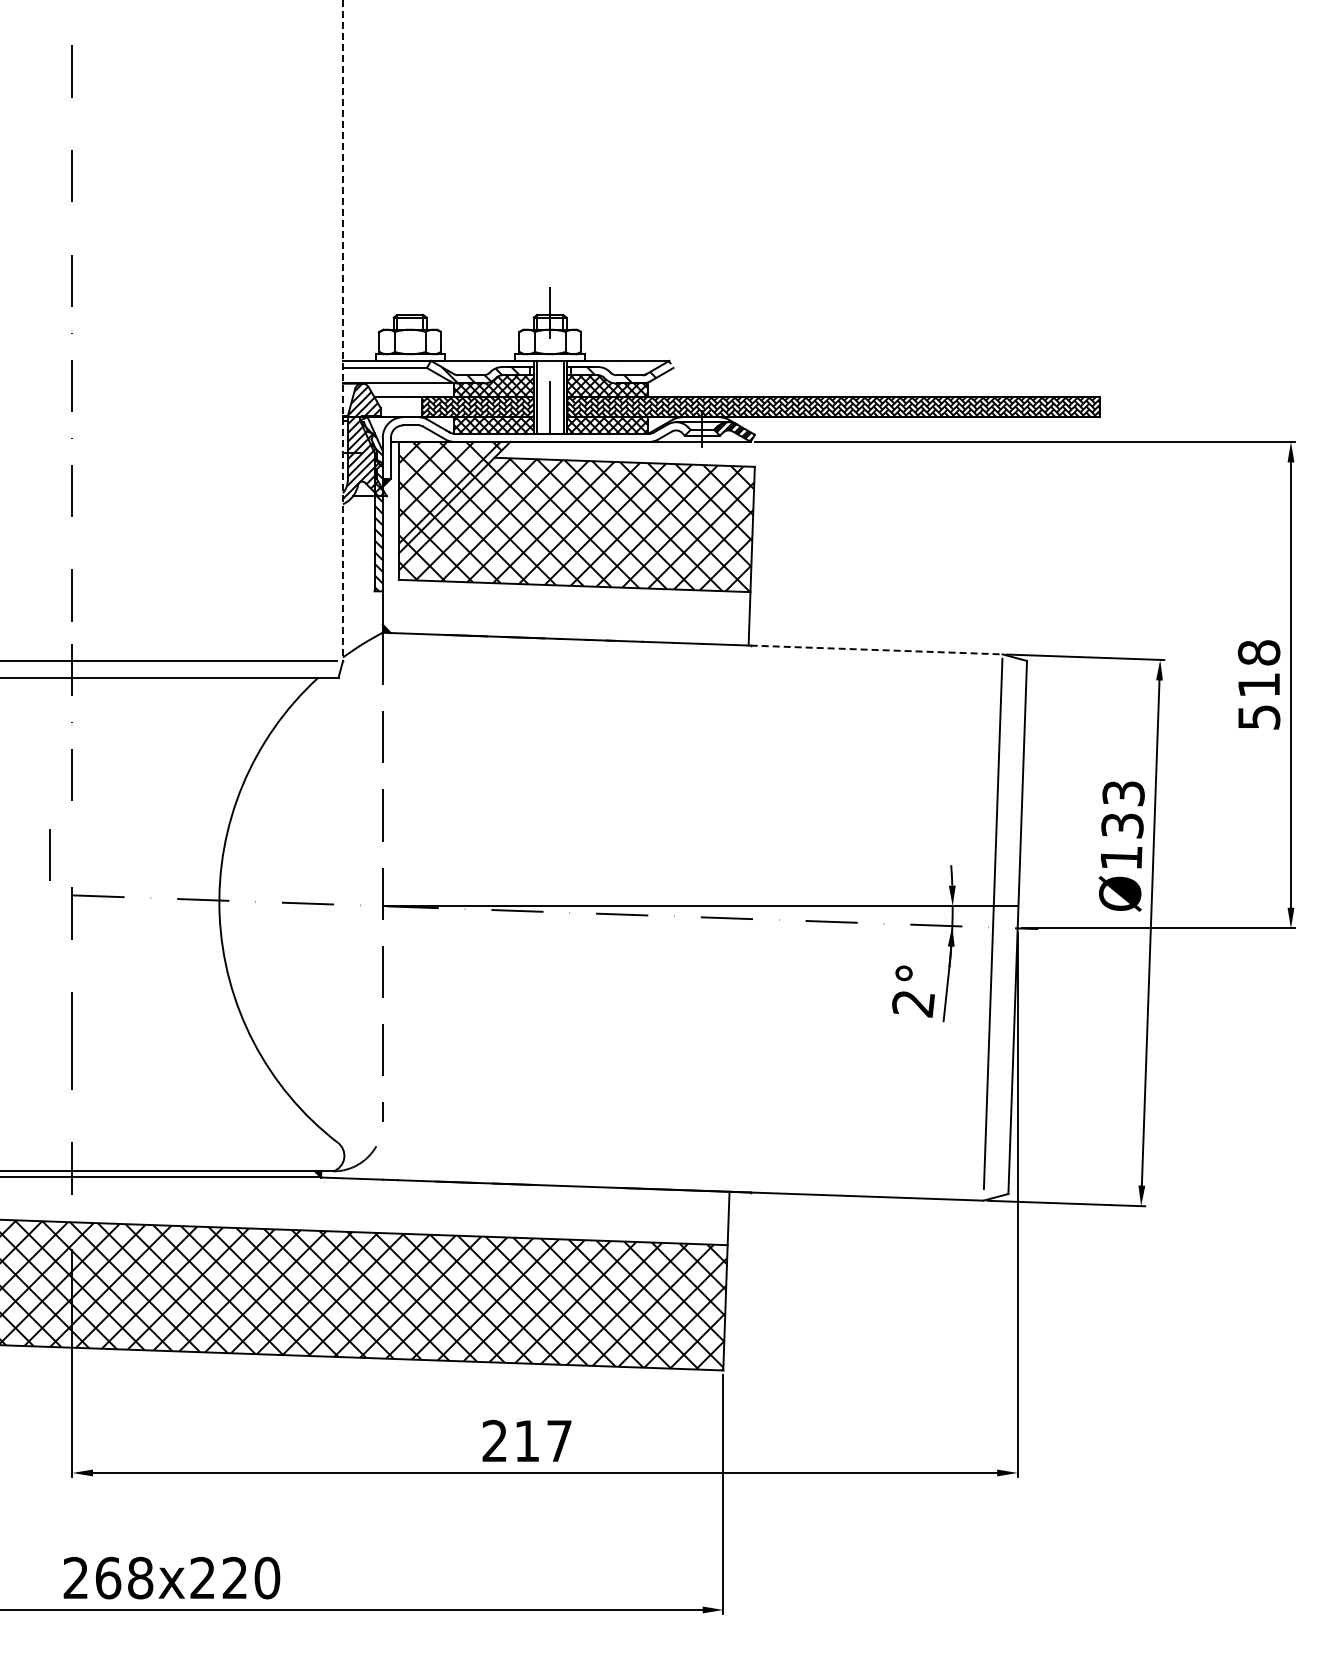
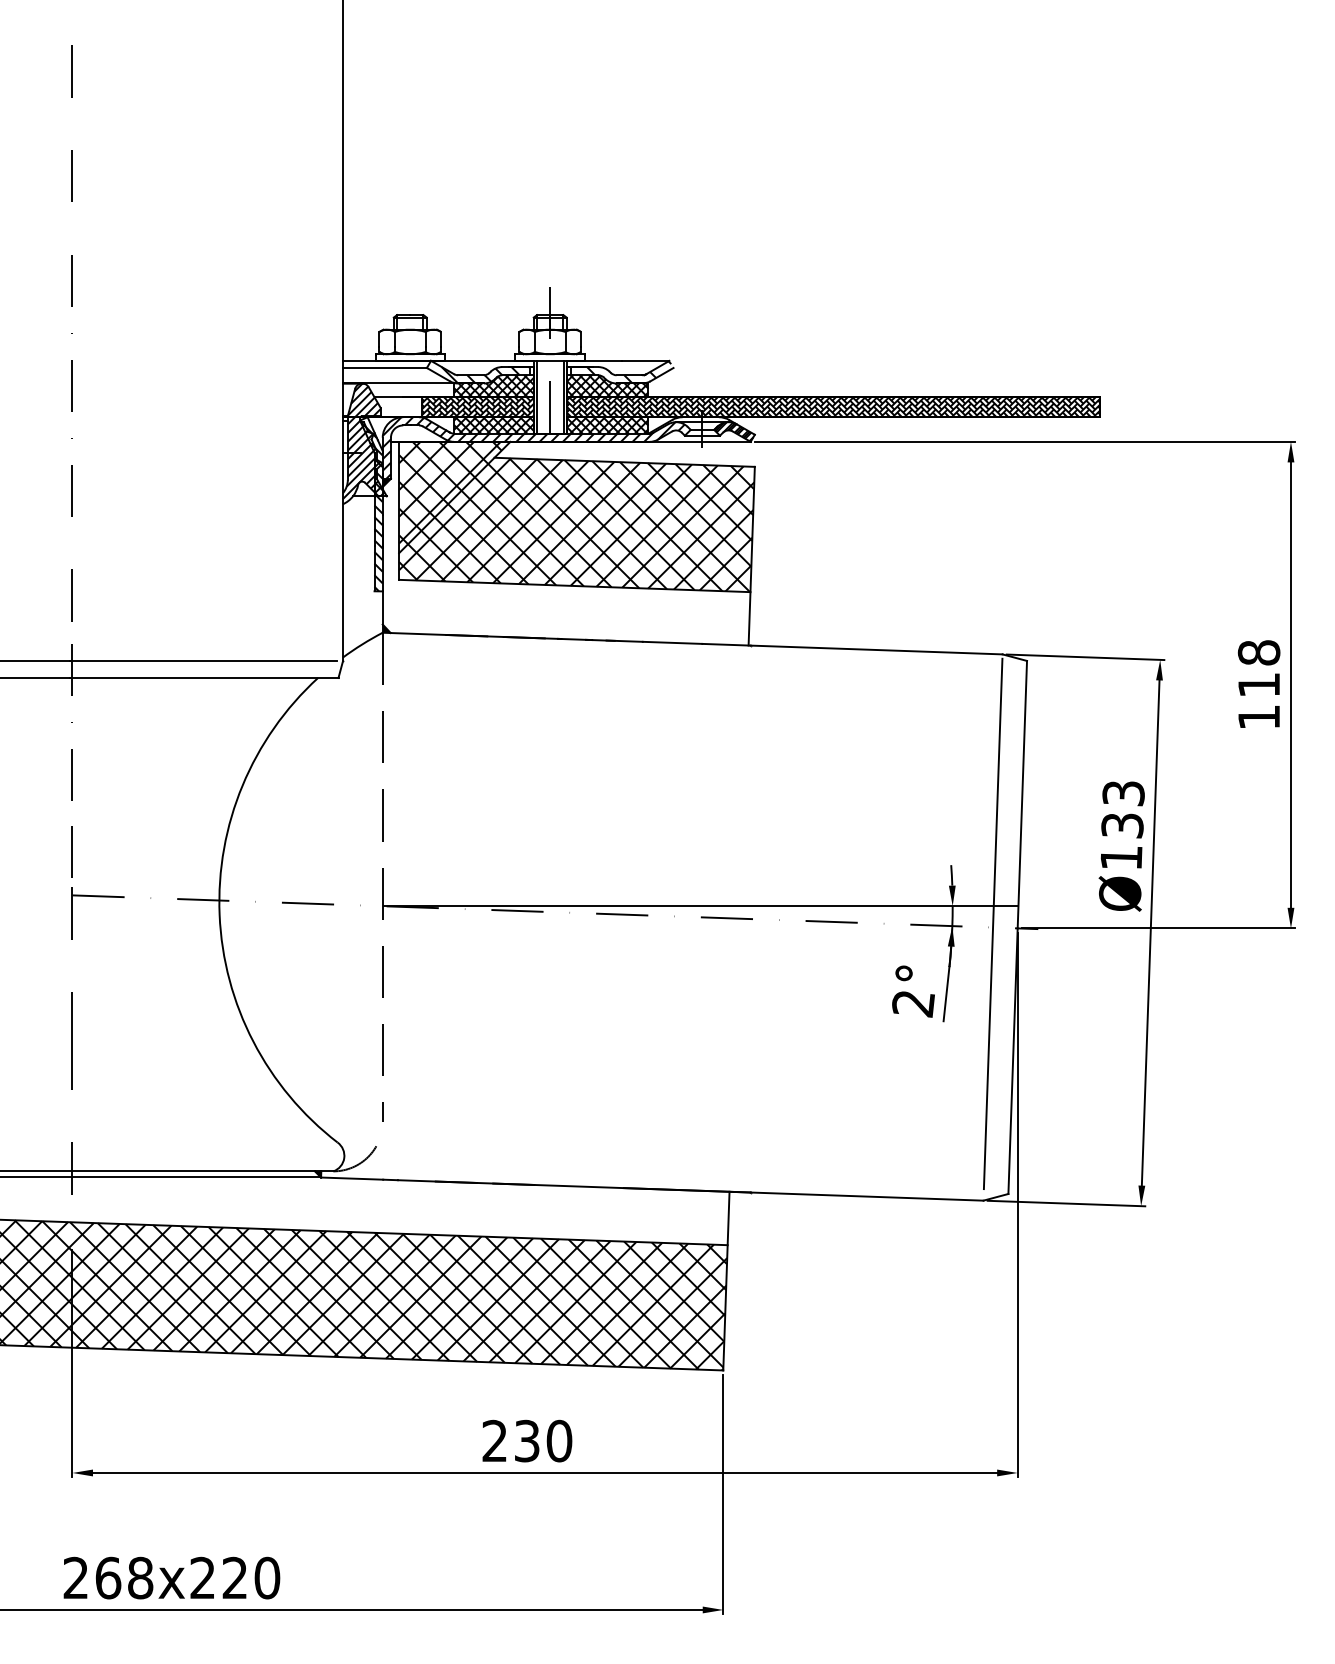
line at (342, 331): dashed -> solid
hatch at (533, 447): none -> present
line at (877, 650): dashed -> solid
text at (1259, 717): 518 -> 118
line at (49, 854) position: (49, 854) -> (71, 851)
text at (543, 1440): 217 -> 230
